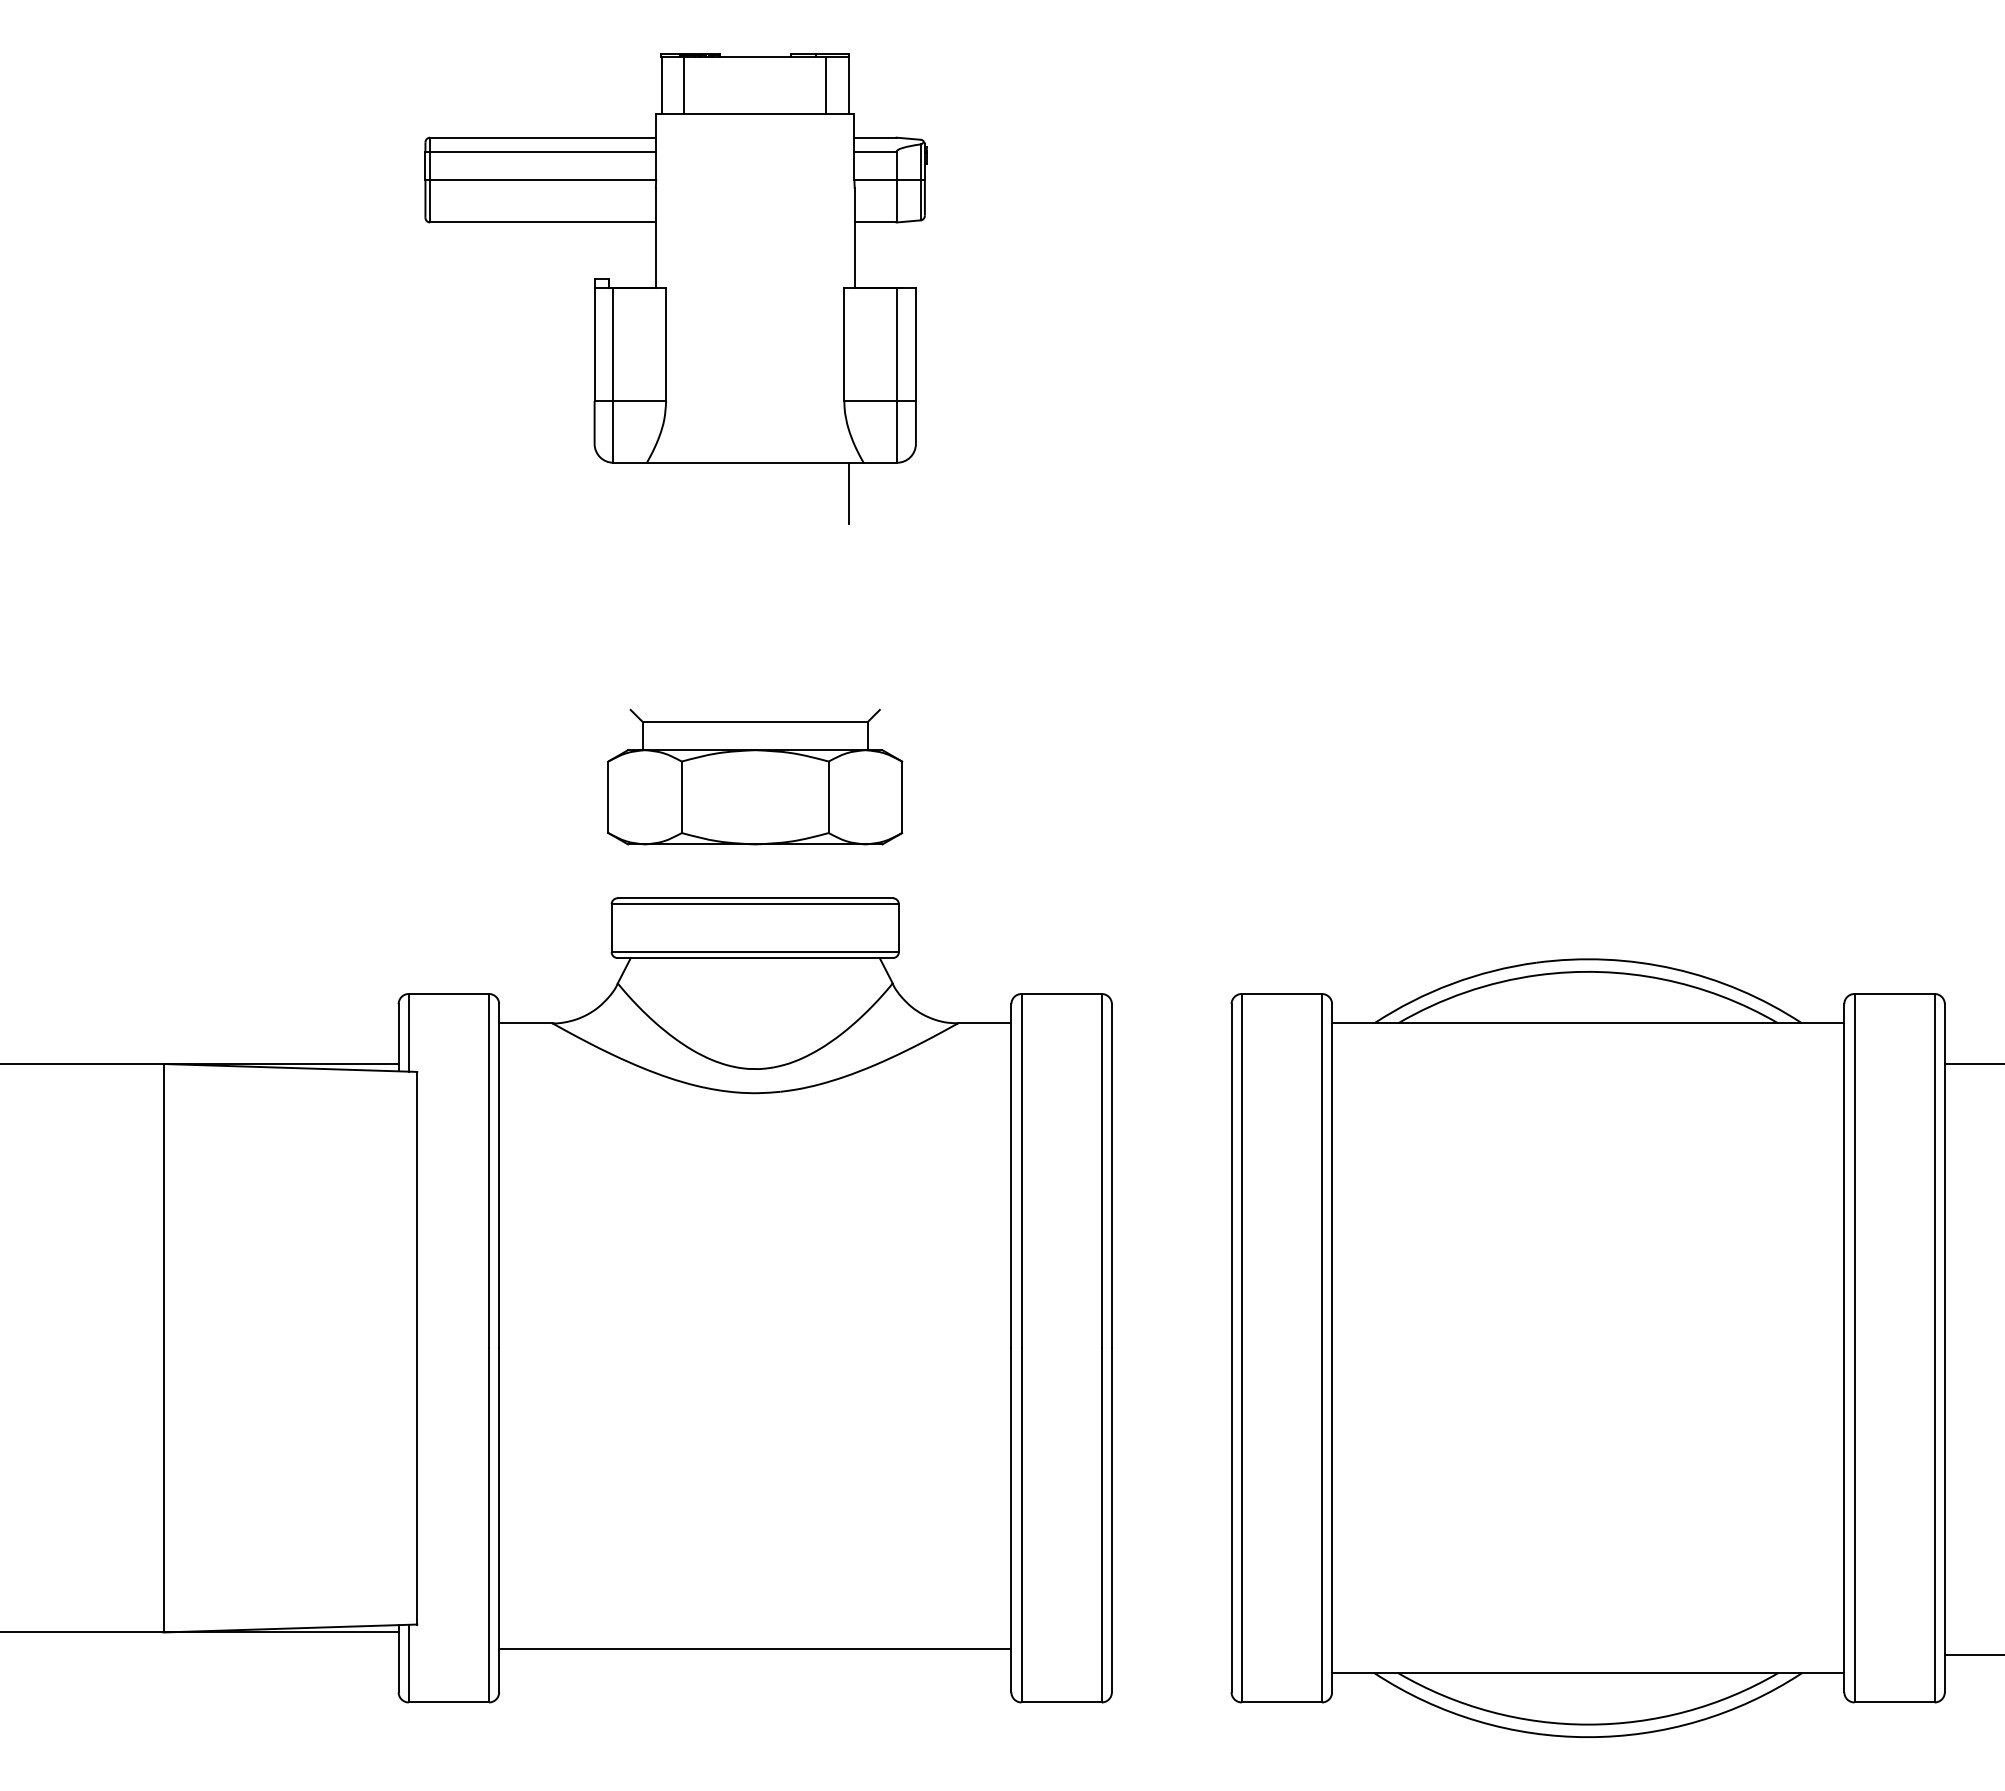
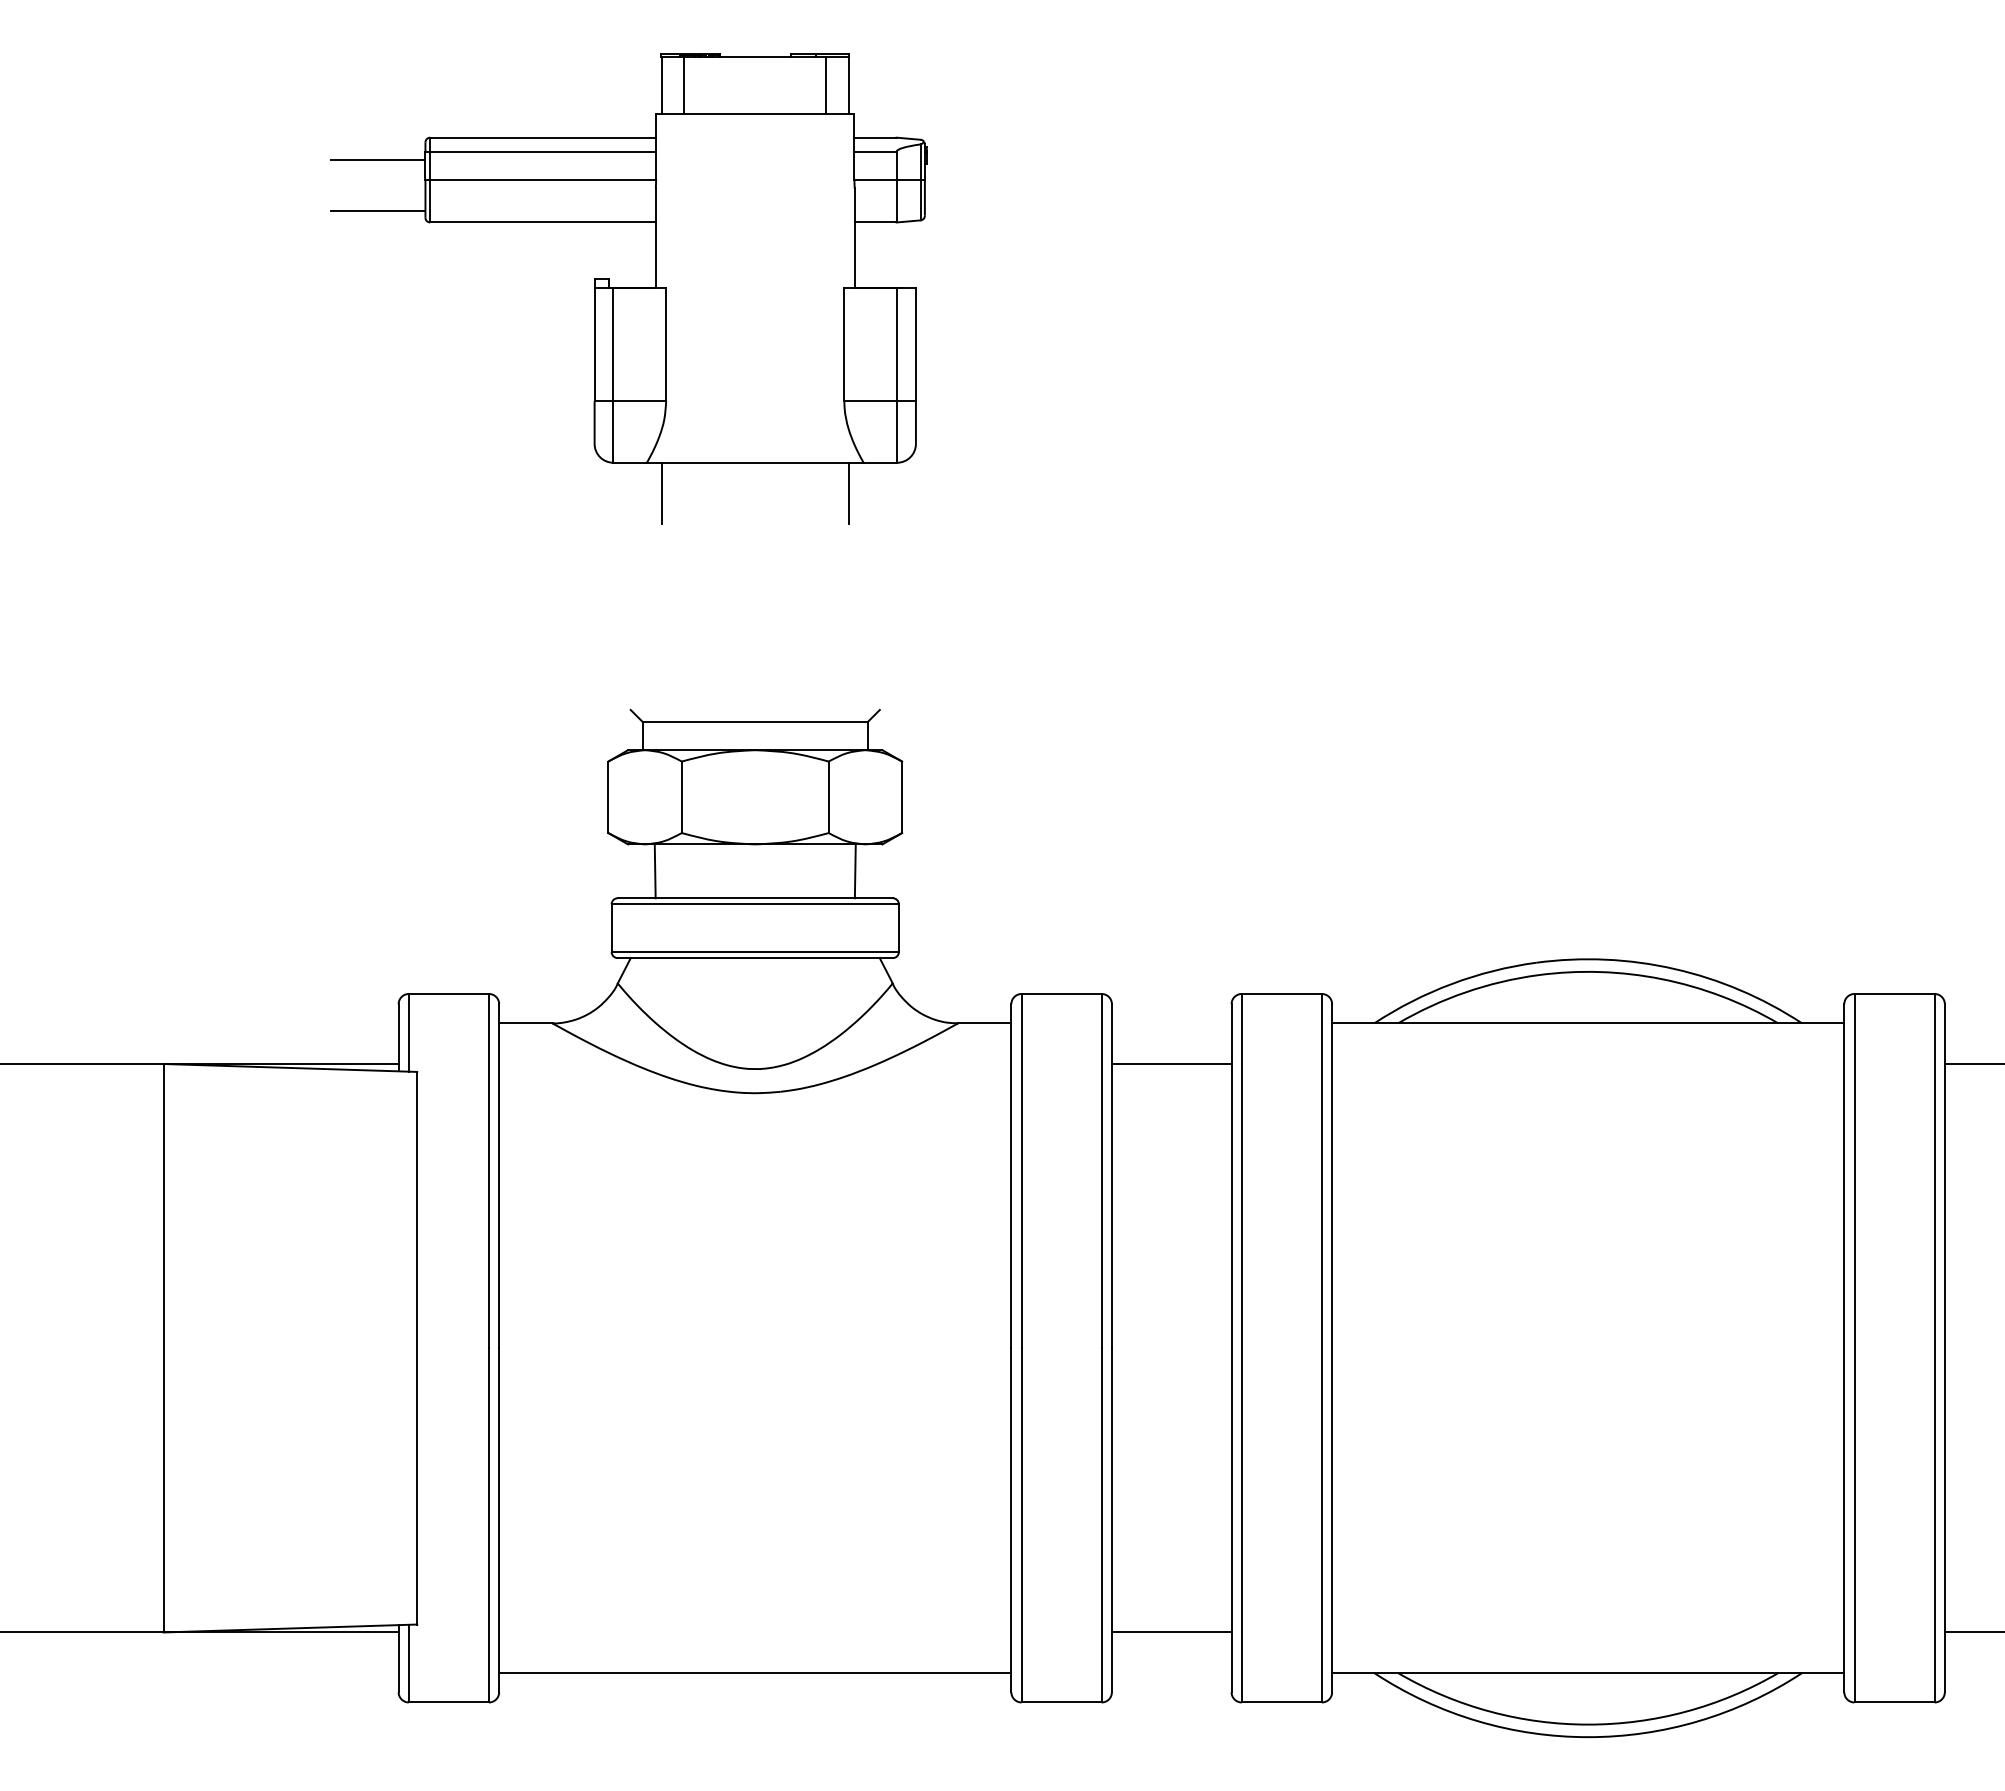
line at (378, 160): none -> present
line at (378, 211): none -> present
line at (661, 493): none -> present
line at (654, 871): none -> present
line at (854, 871): none -> present
line at (1171, 1064): none -> present
line at (1171, 1632): none -> present
line at (755, 1649) position: (755, 1649) -> (755, 1673)
line at (1972, 1655) position: (1972, 1655) -> (1972, 1632)
